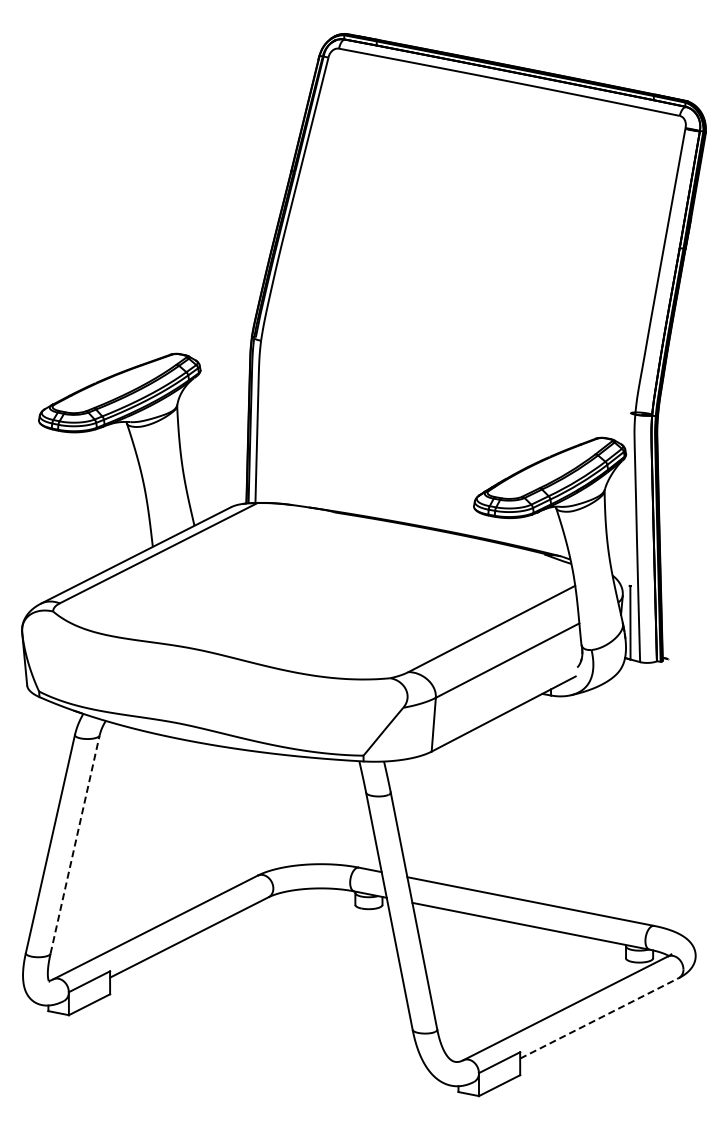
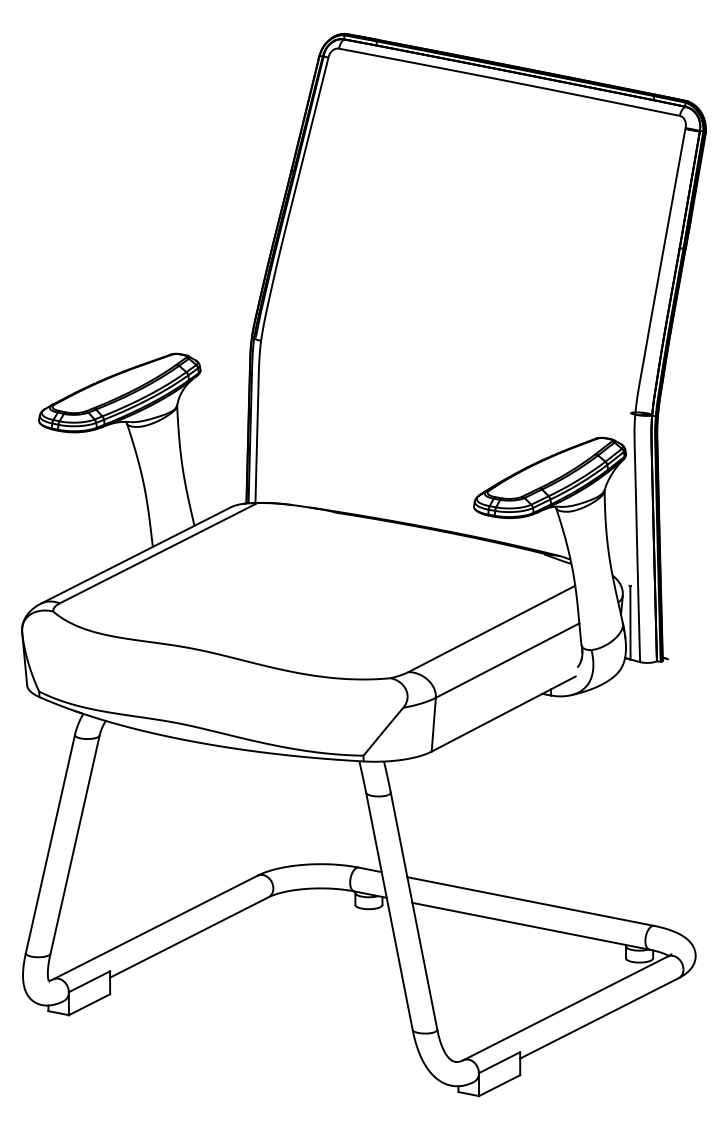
line at (75, 844): dashed -> solid
line at (599, 1018): dashed -> solid
